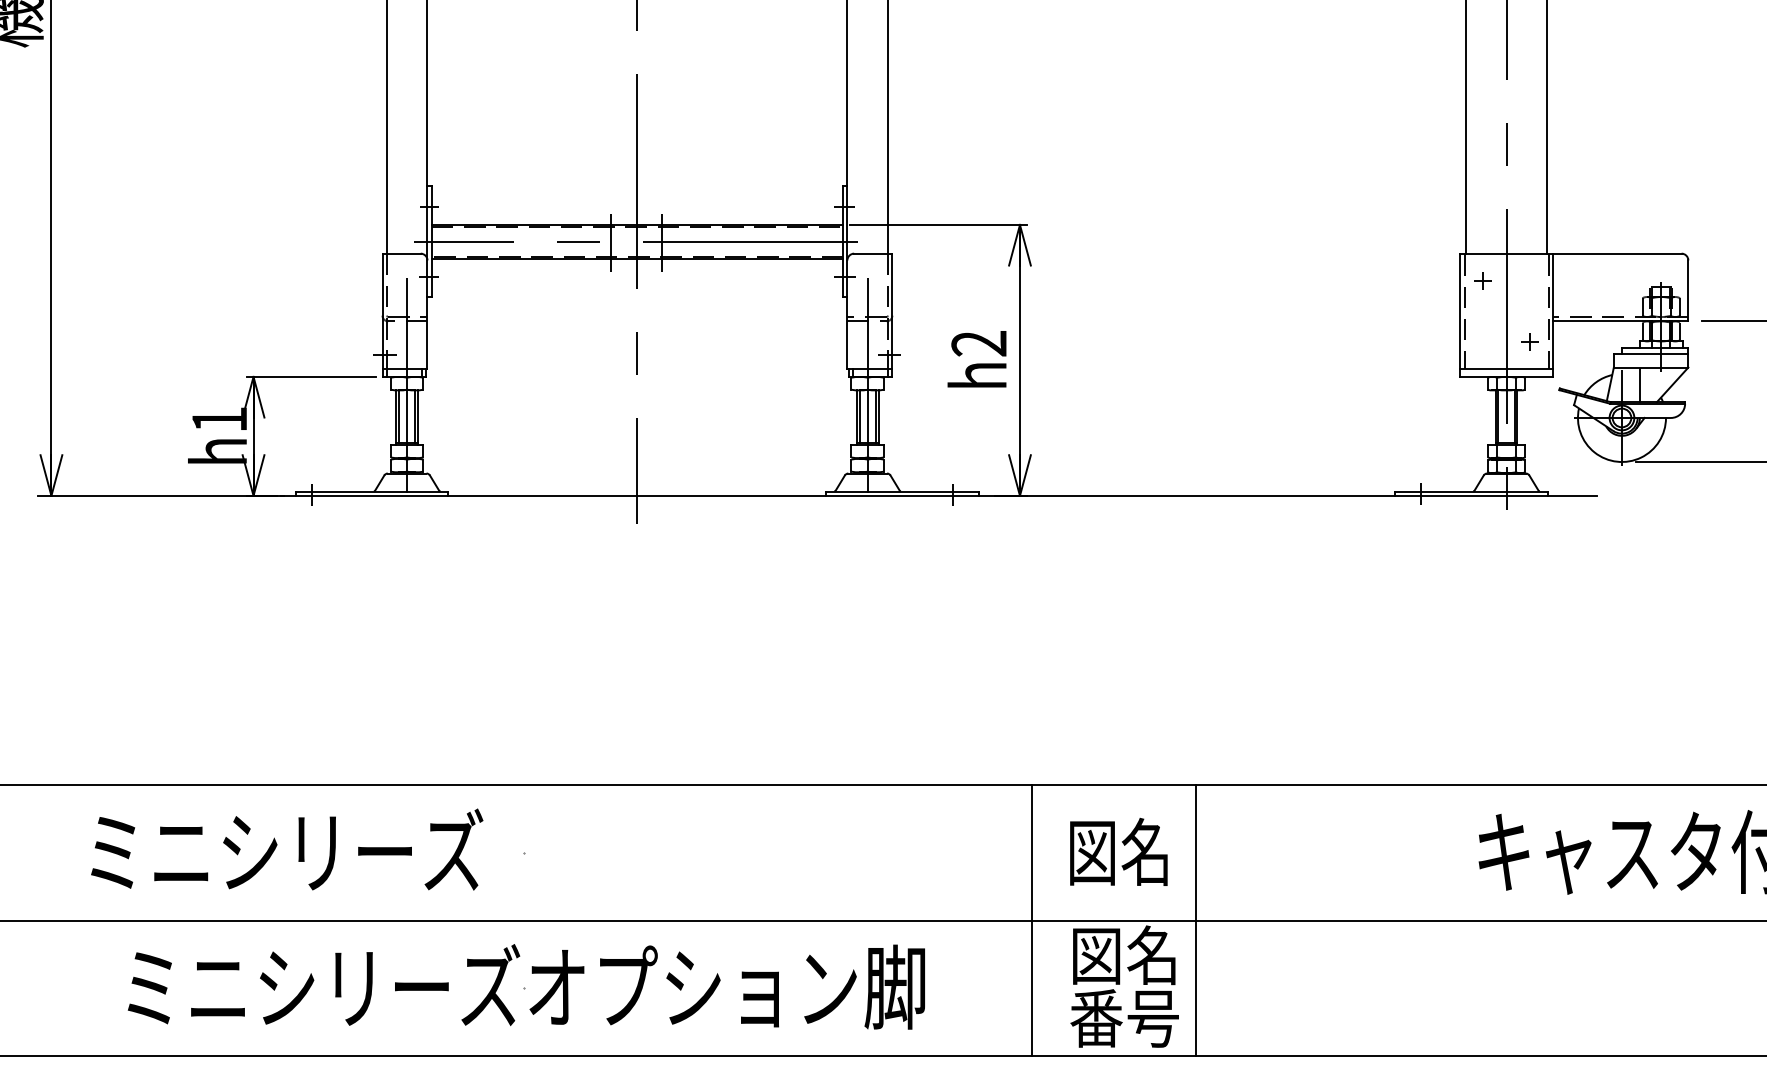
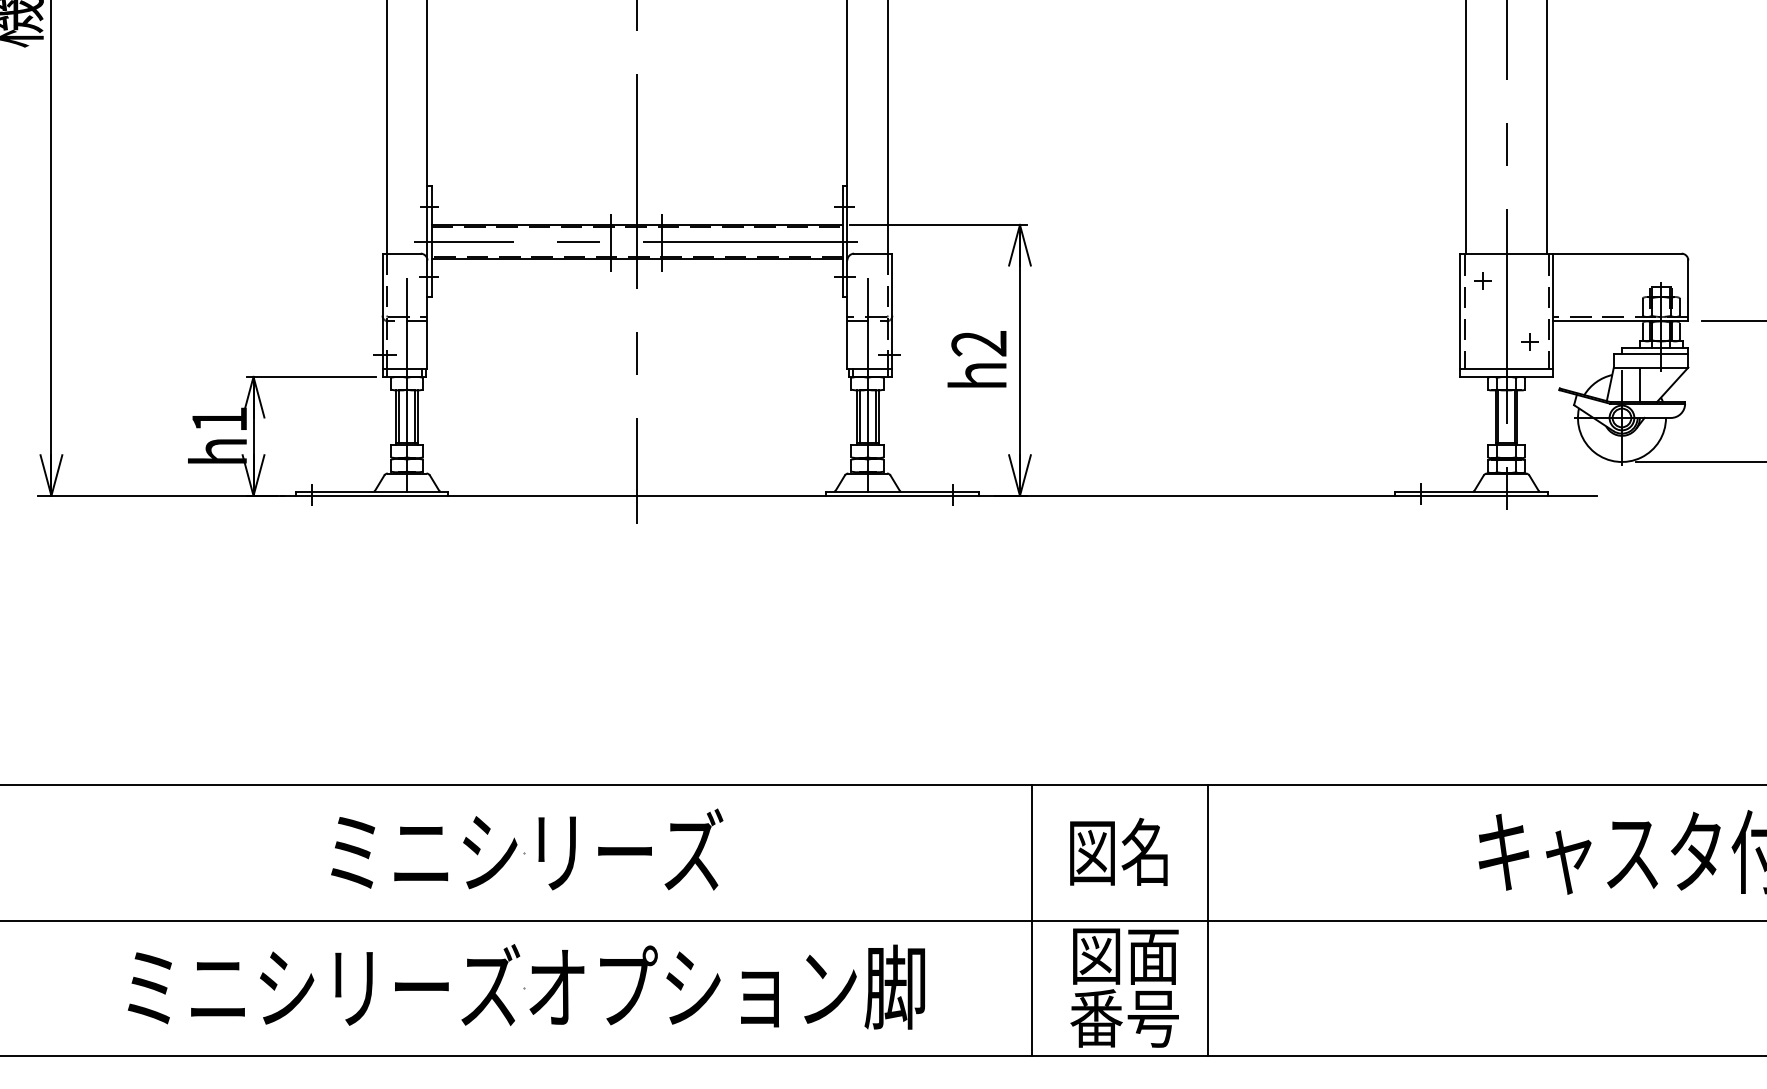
text at (287, 849) position: (287, 849) -> (527, 849)
line at (1195, 920) position: (1195, 920) -> (1207, 920)
text at (1152, 955): 図名 -> 図面
